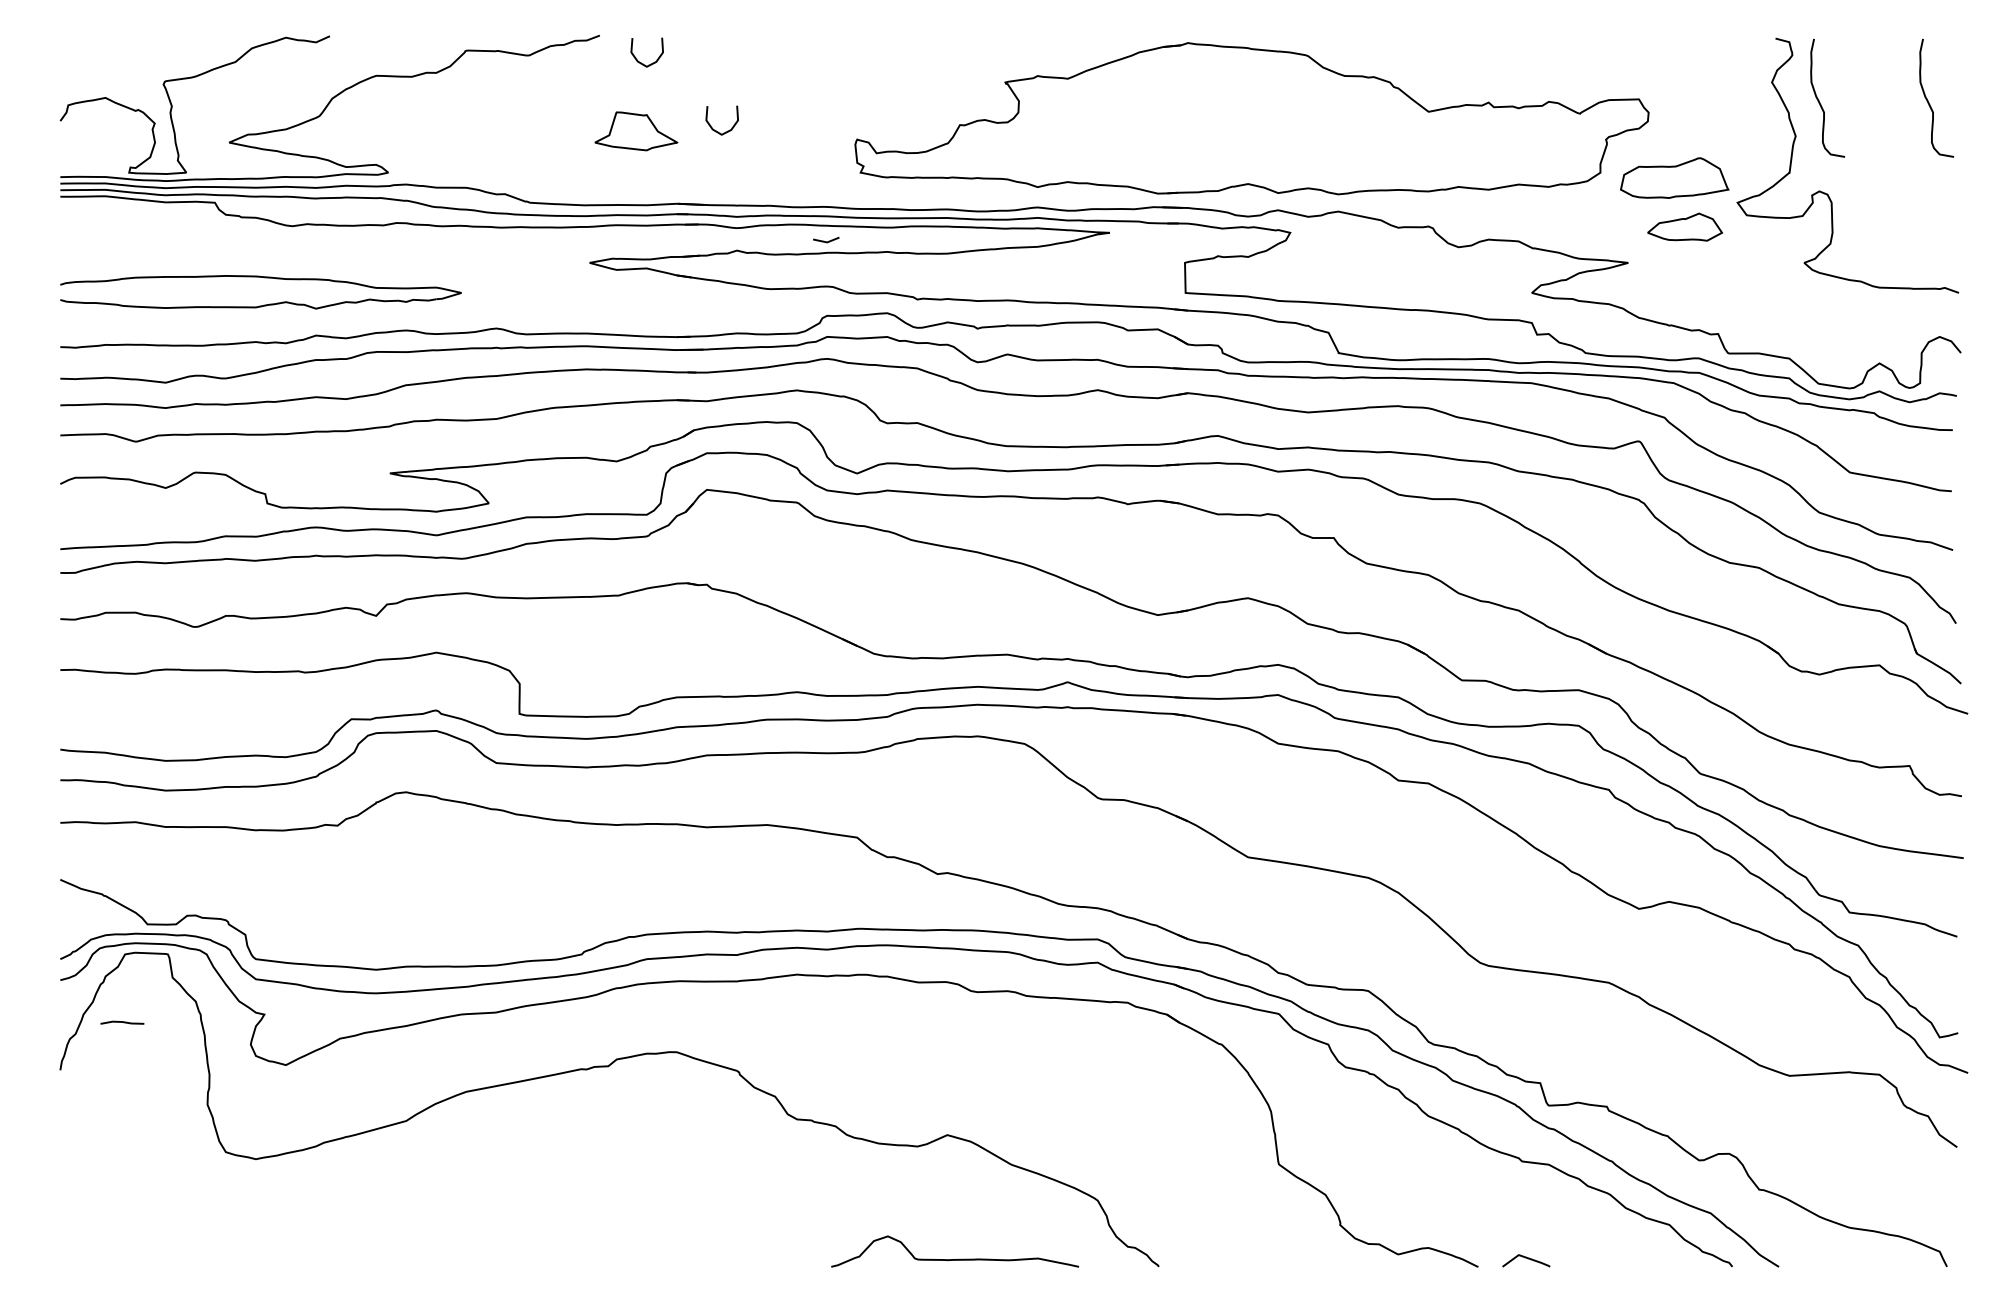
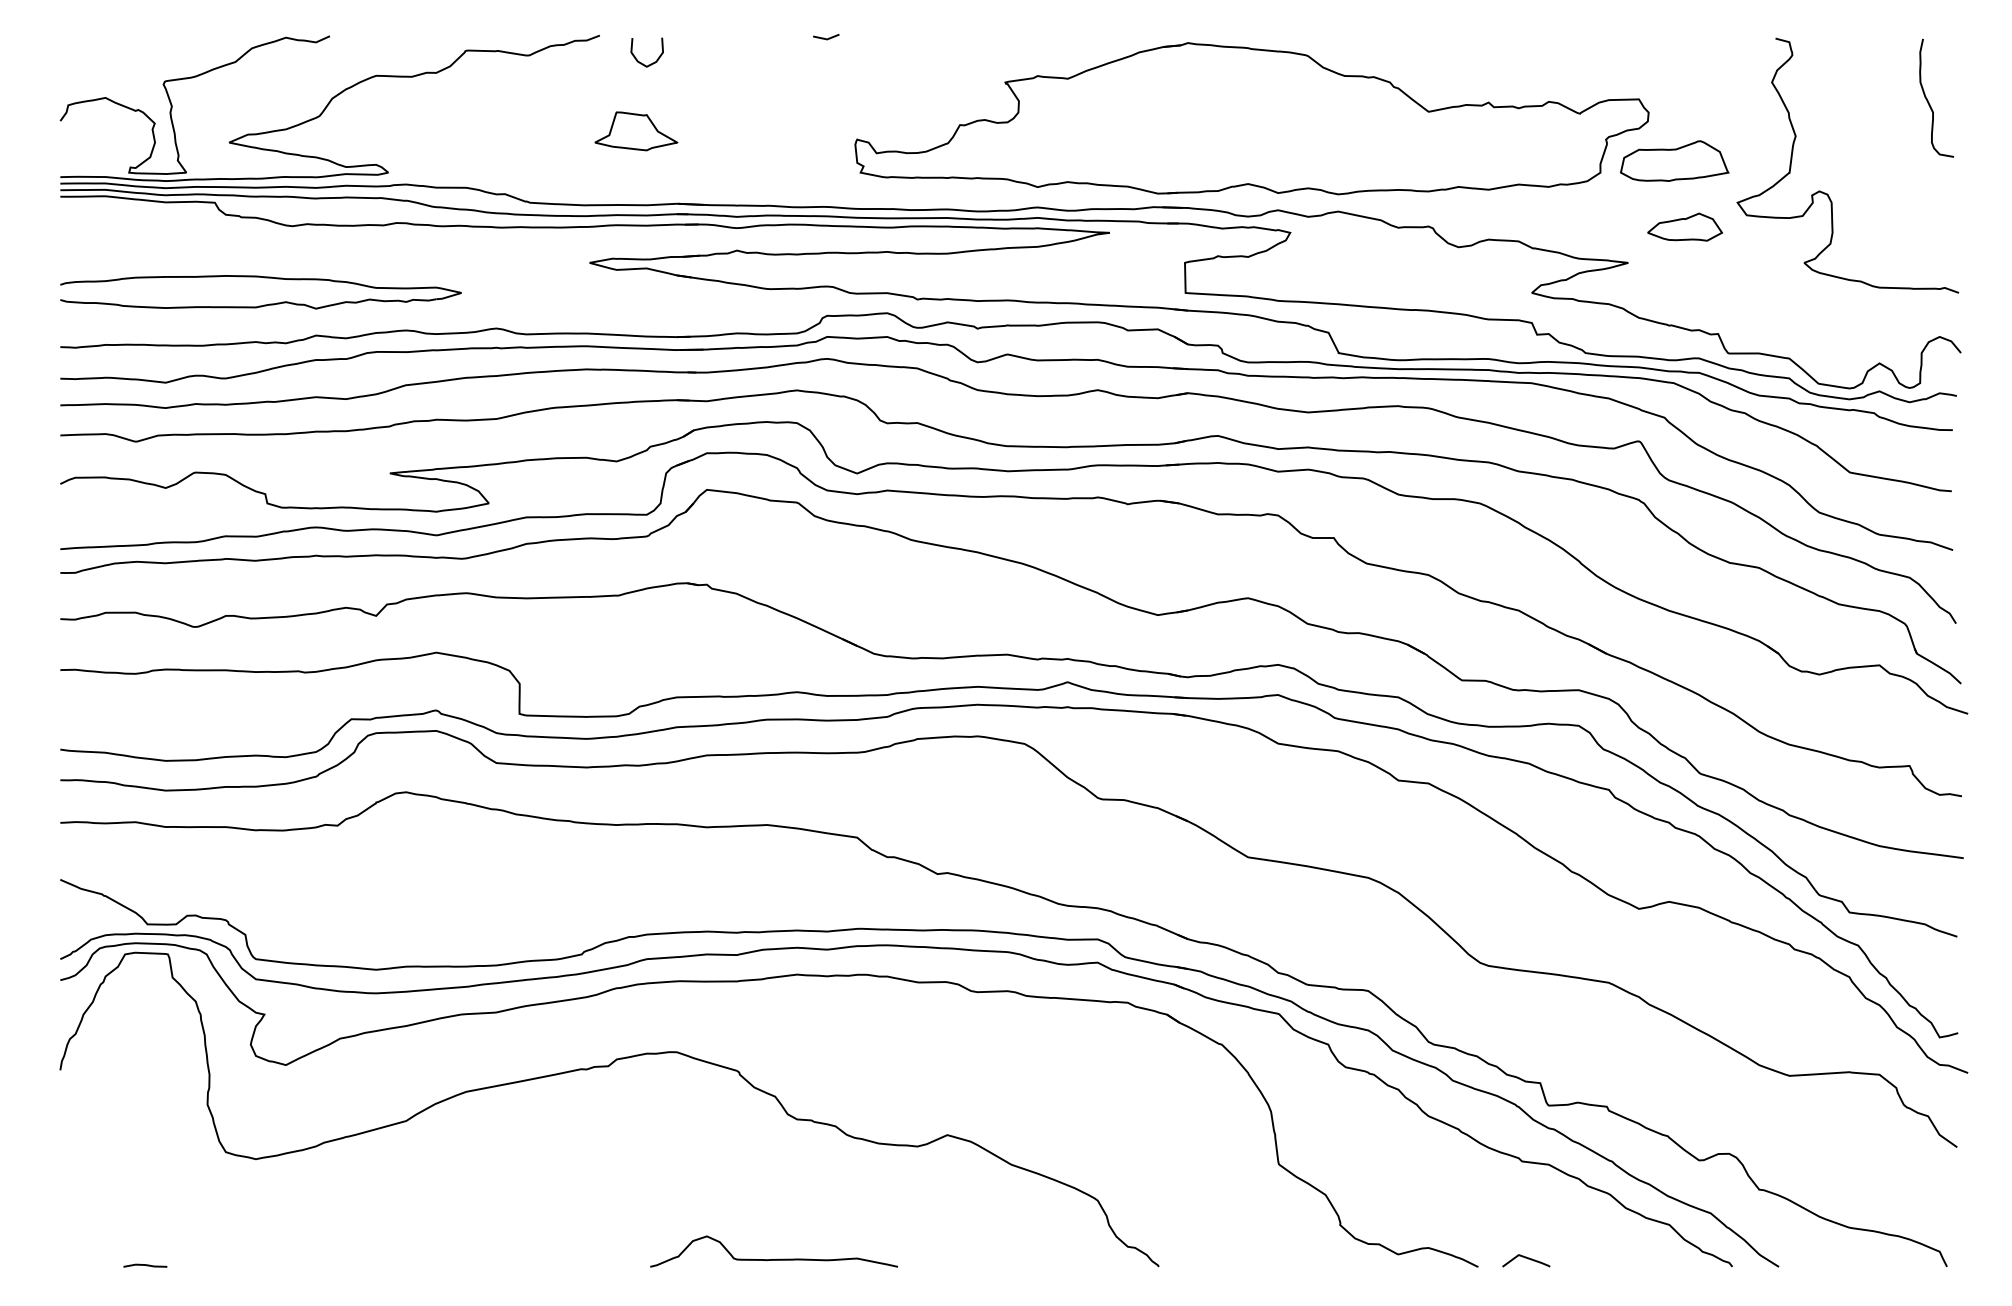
curve at (1819, 100): present -> none
curve at (711, 125): present -> none
part at (1674, 177) position: (1674, 177) -> (1674, 160)
line at (826, 241) position: (826, 241) -> (826, 38)
curve at (122, 1022) position: (122, 1022) -> (145, 1265)
curve at (954, 1259) position: (954, 1259) -> (773, 1259)
